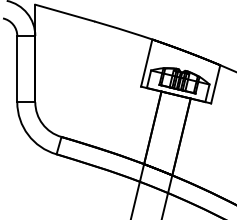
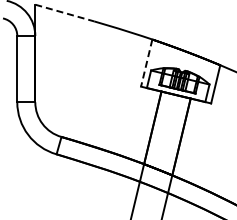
line at (64, 13): solid -> dashed
line at (146, 63): solid -> dashed
